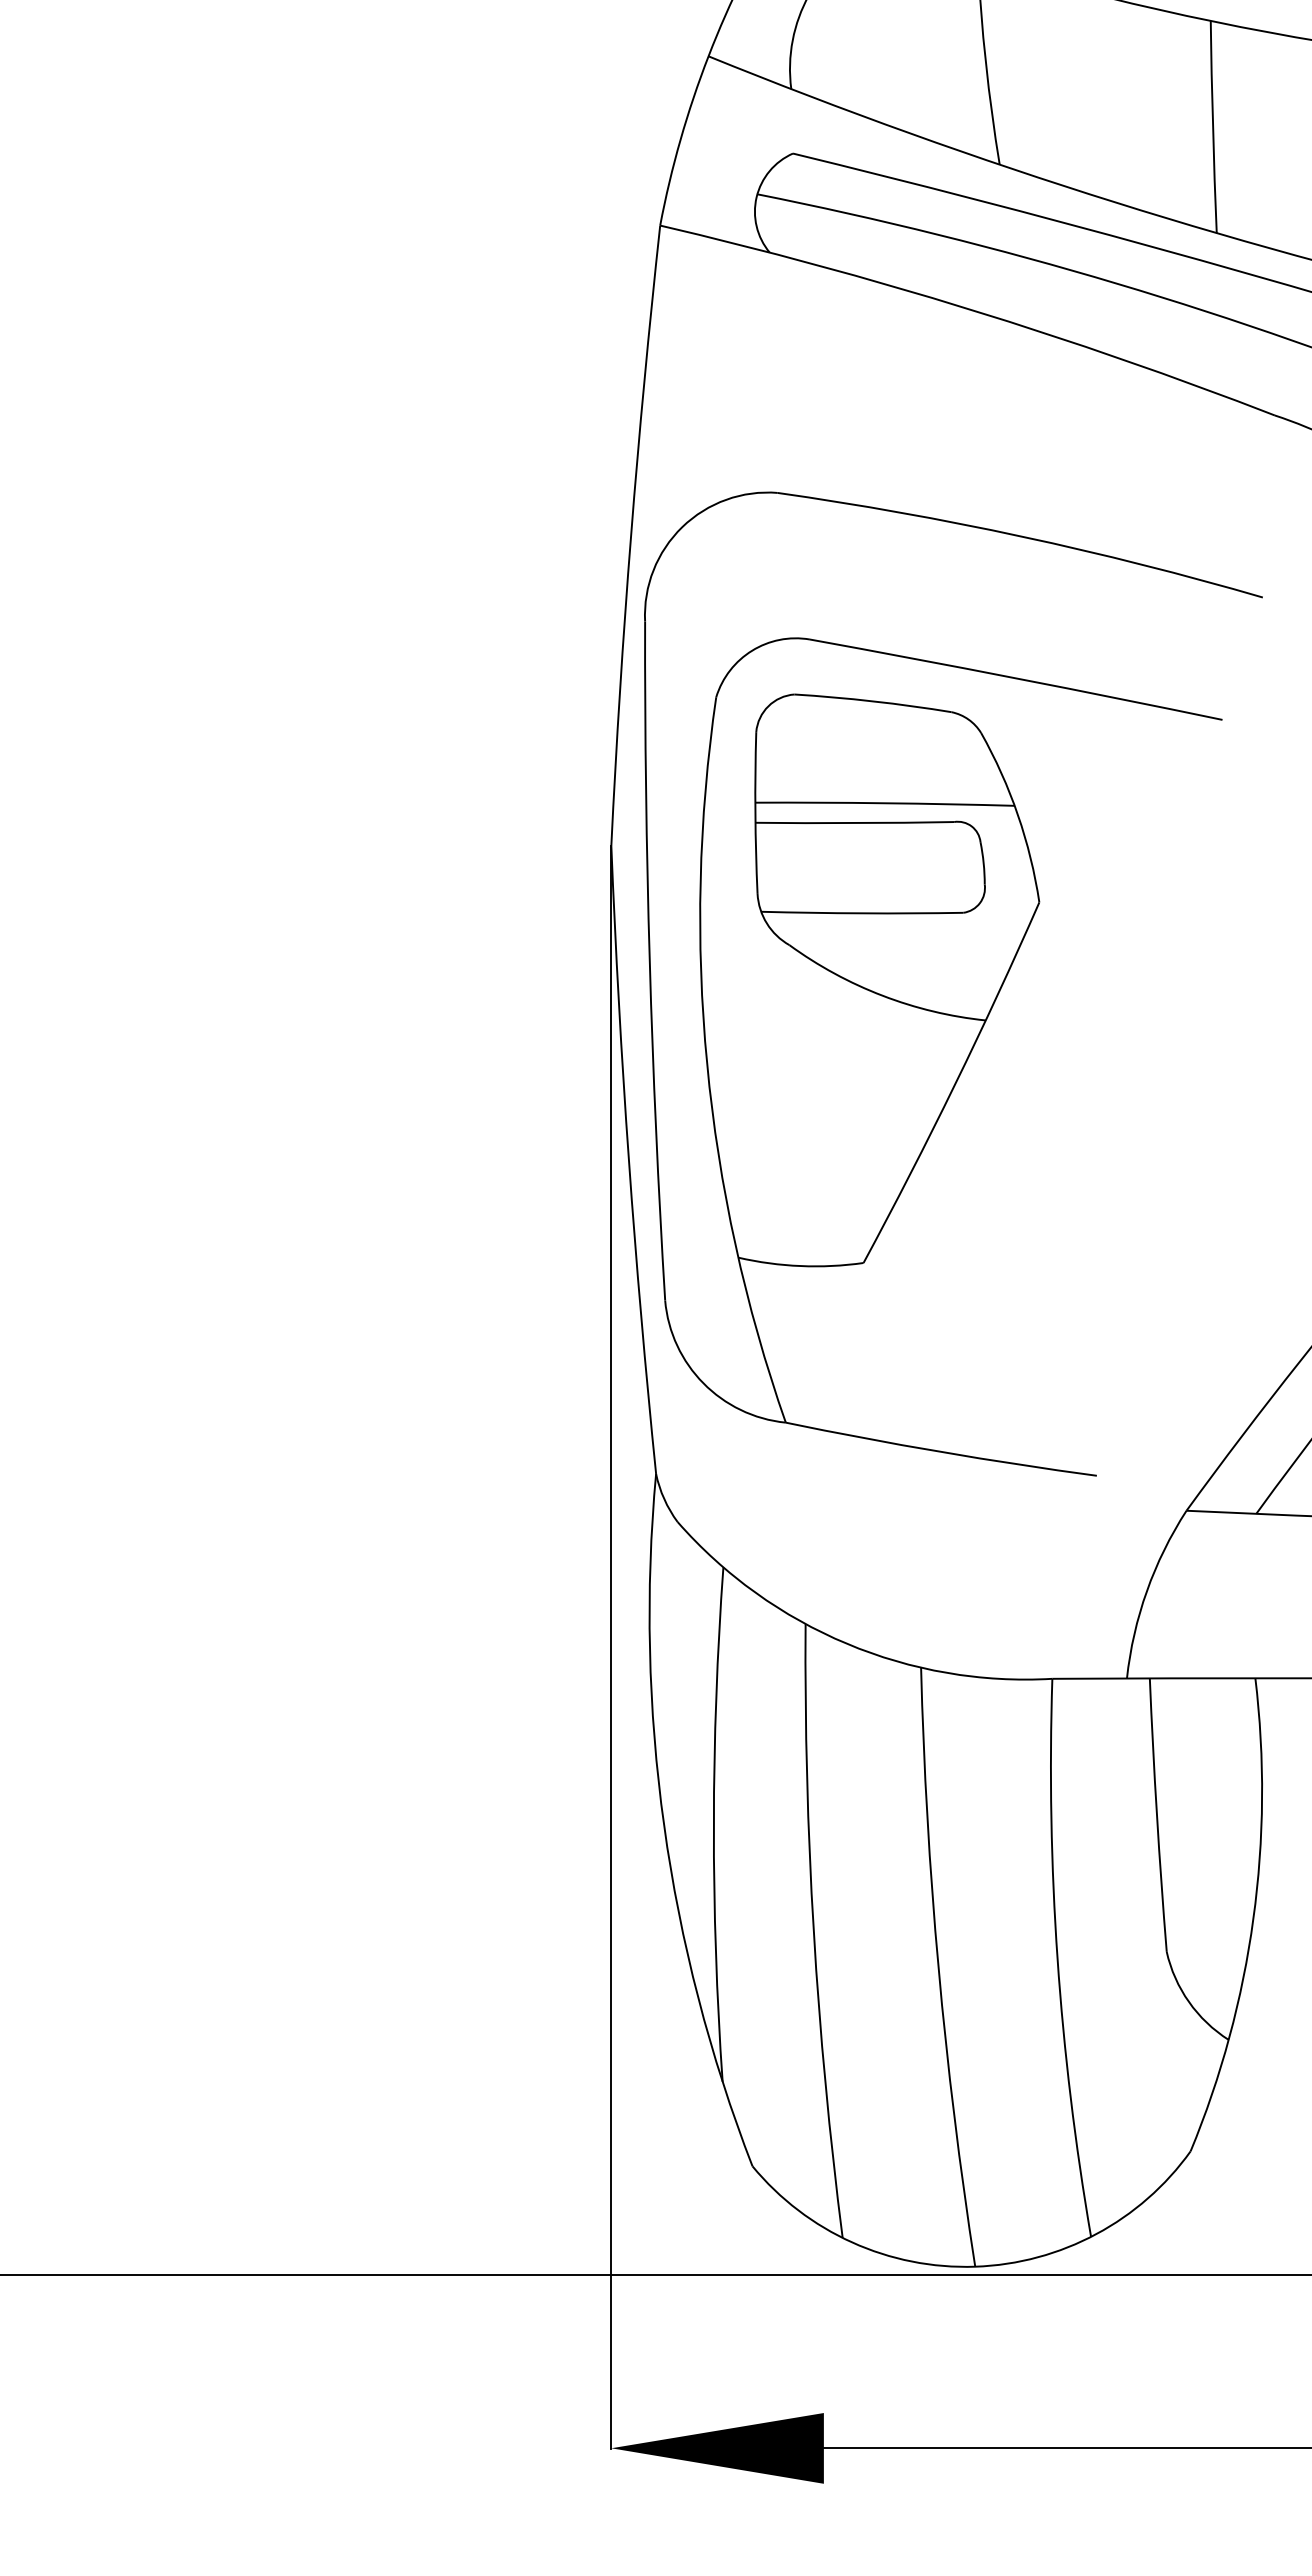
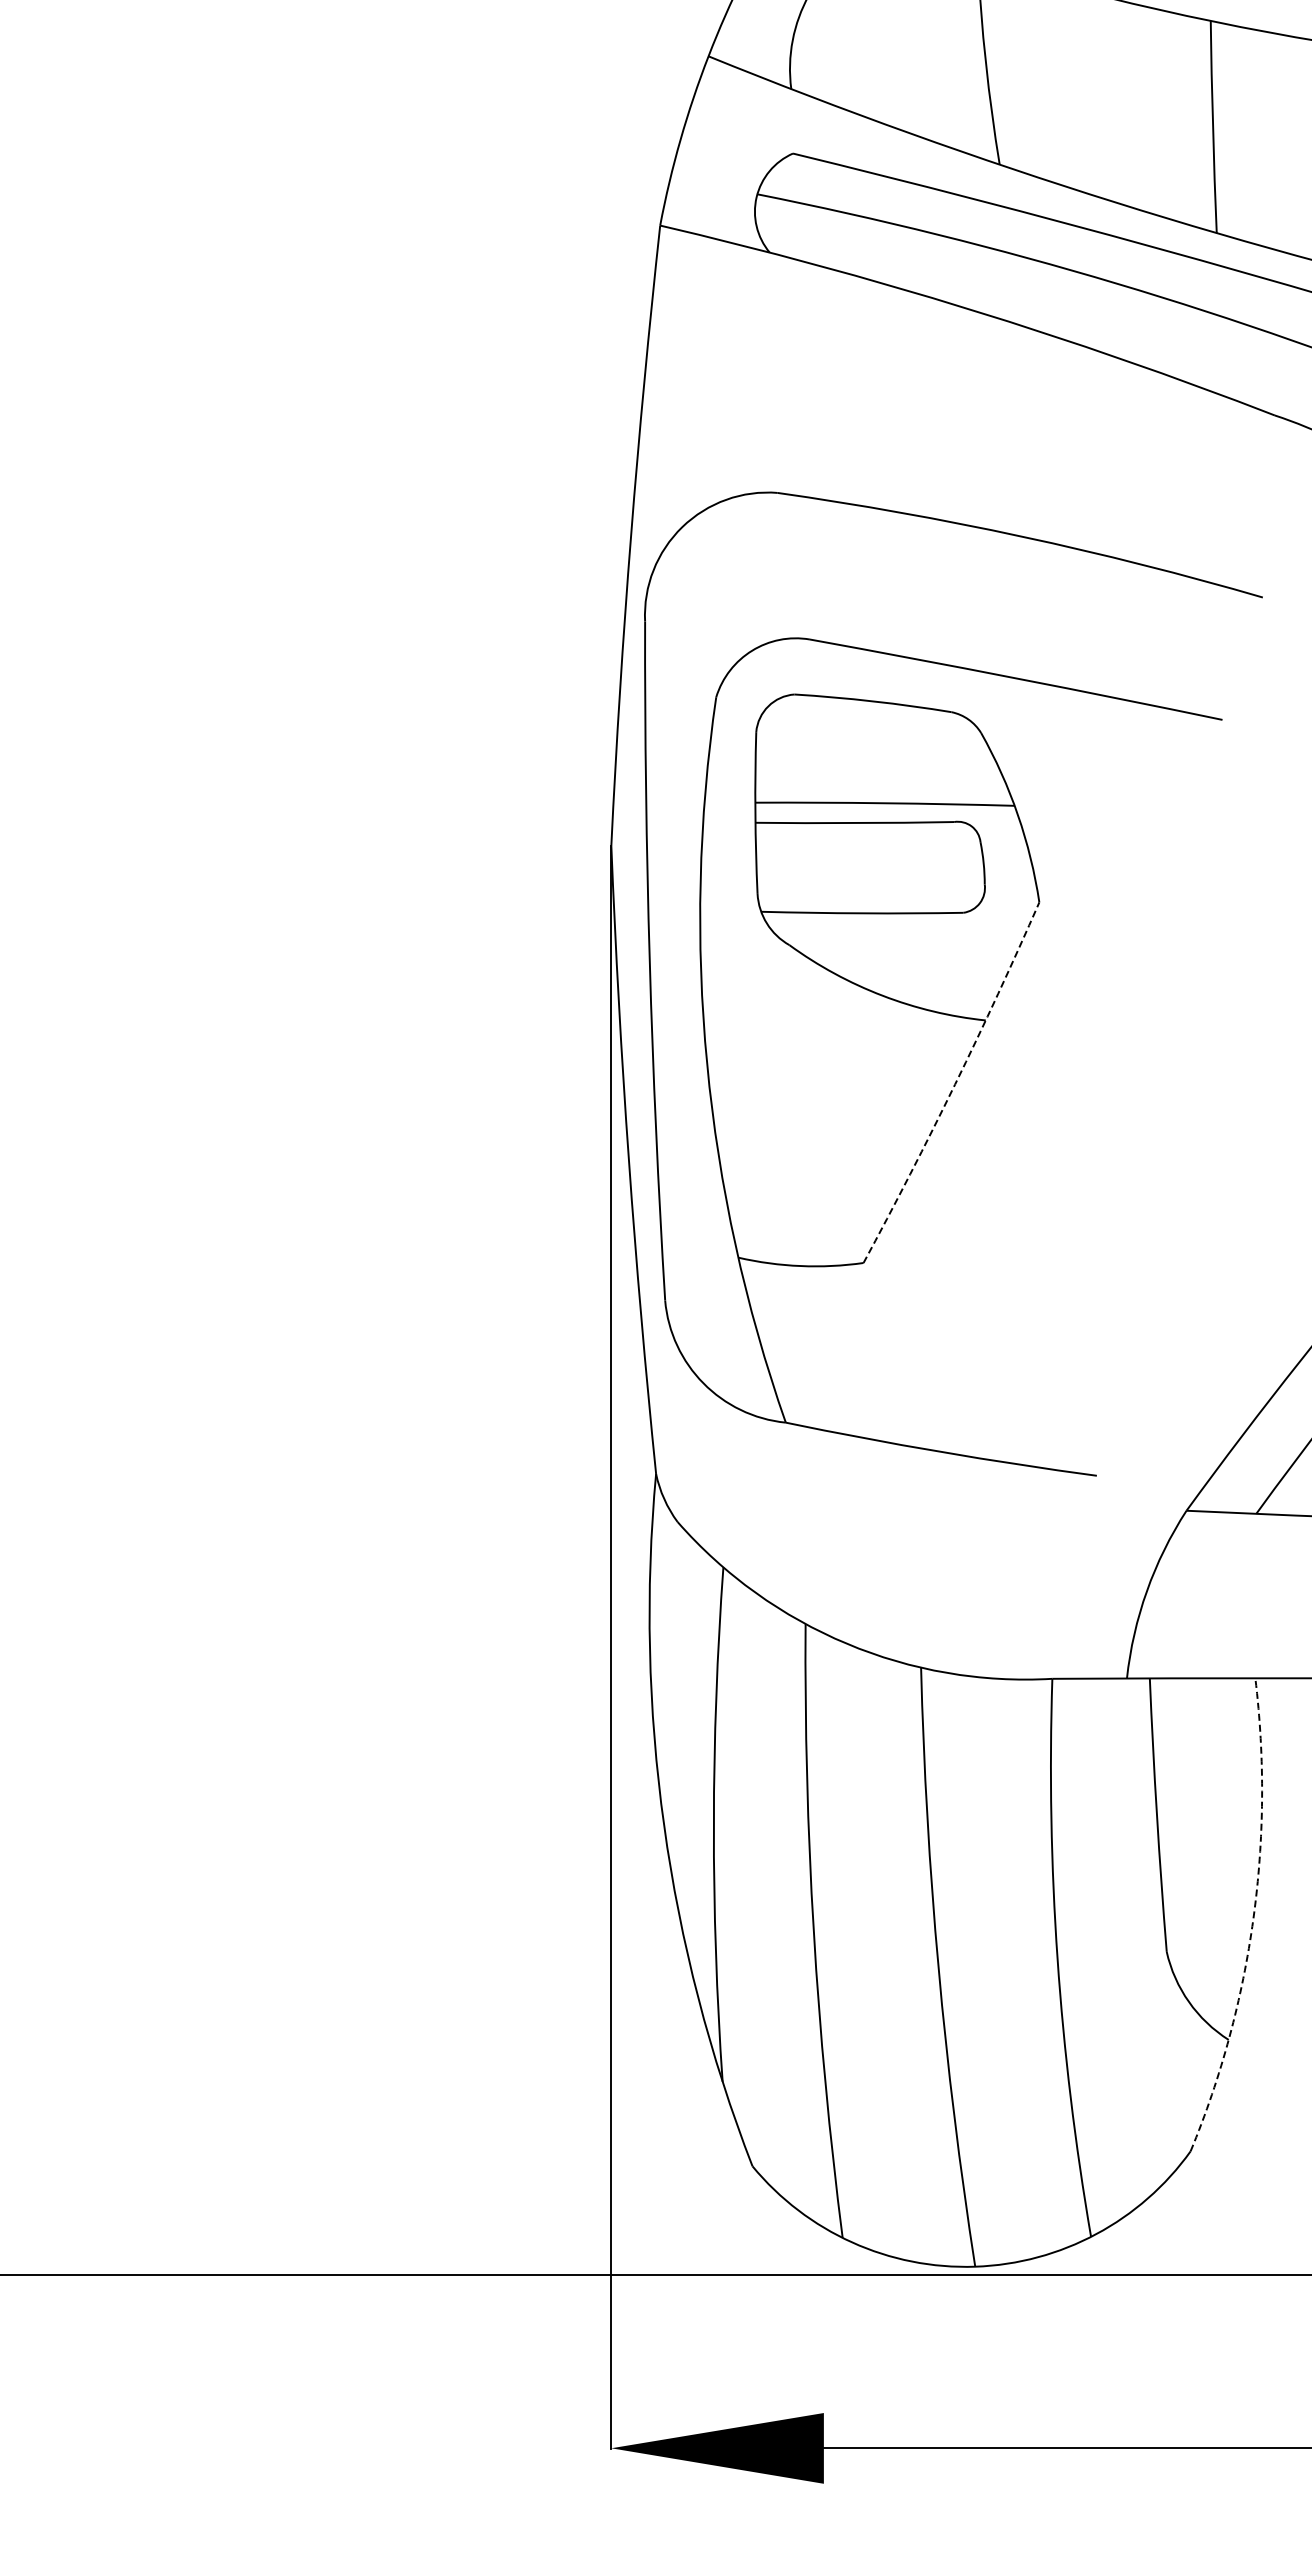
arc at (955, 1084): solid -> dashed
arc at (1253, 1918): solid -> dashed
